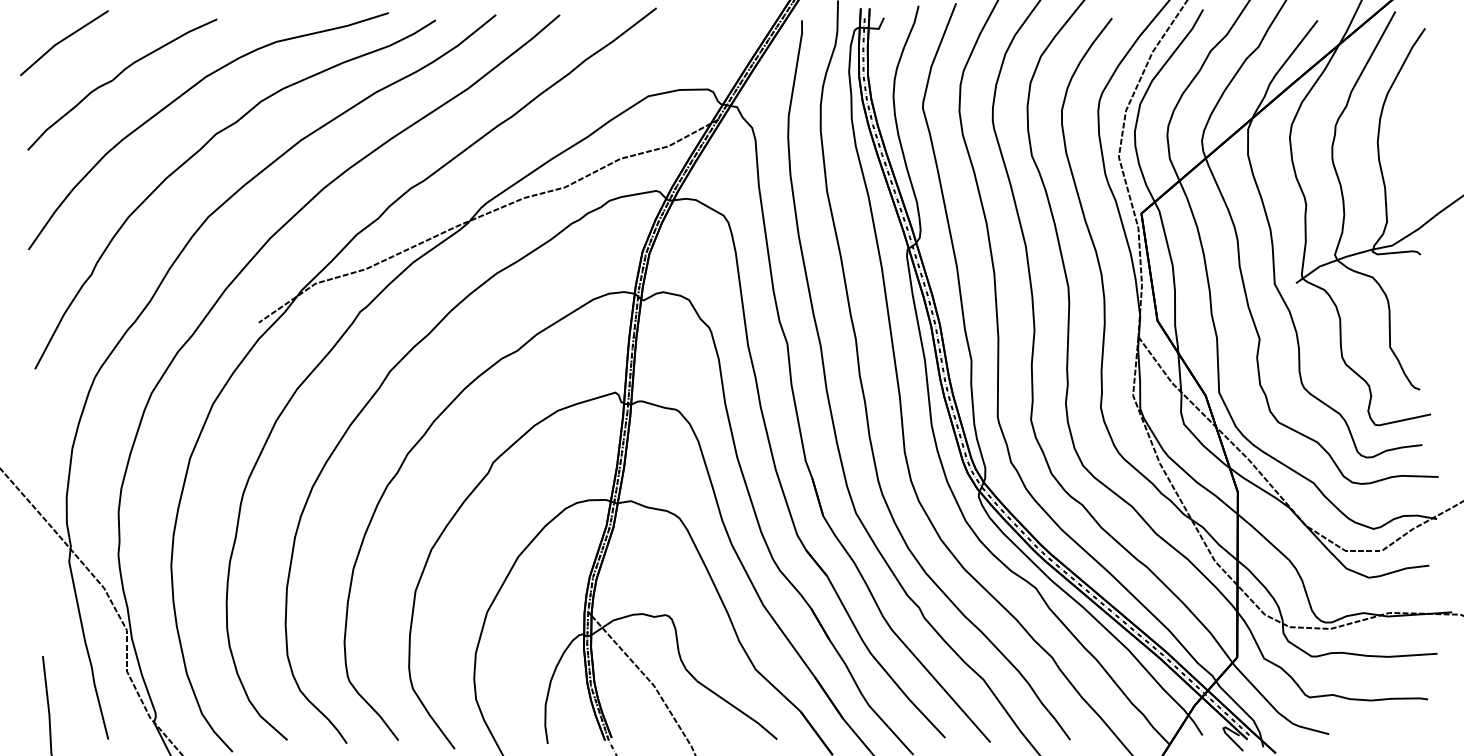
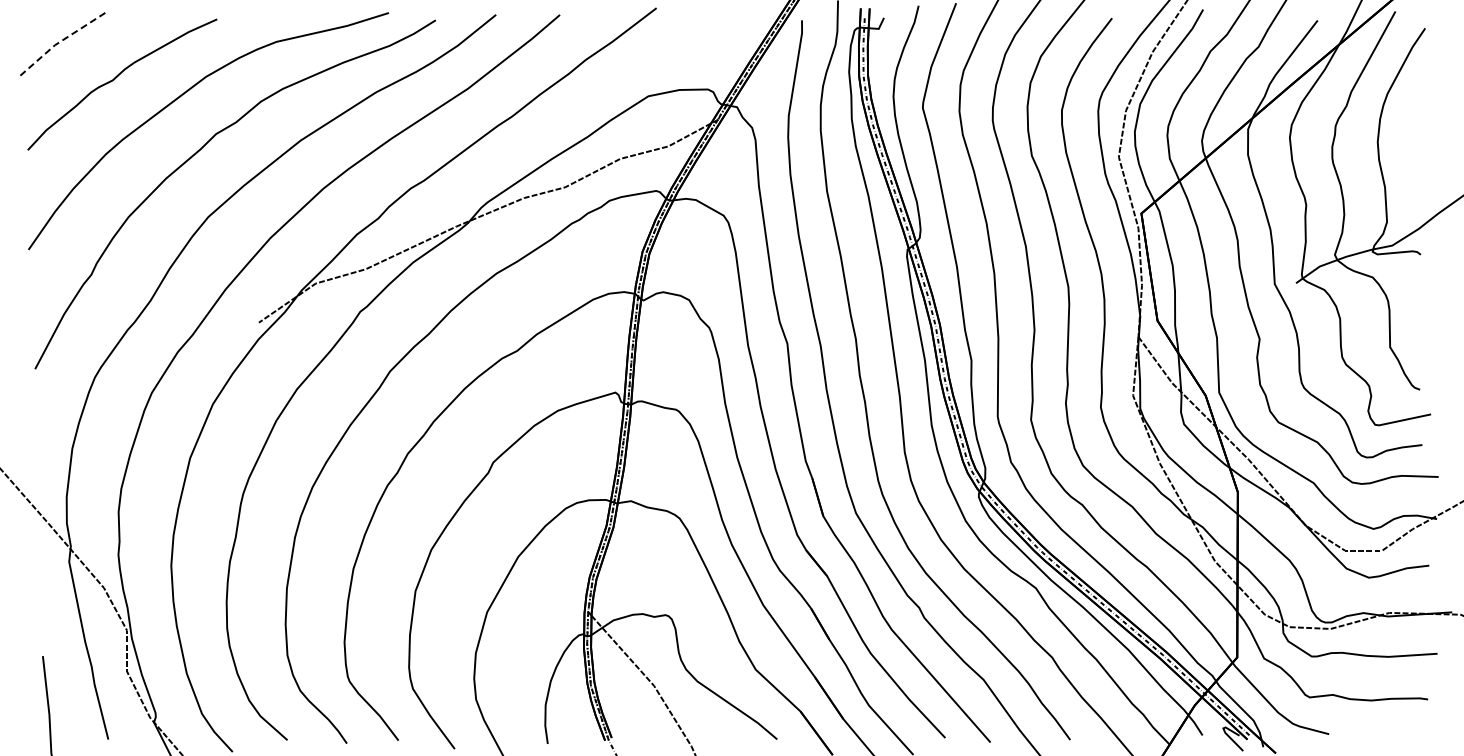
line at (61, 40): solid -> dashed
